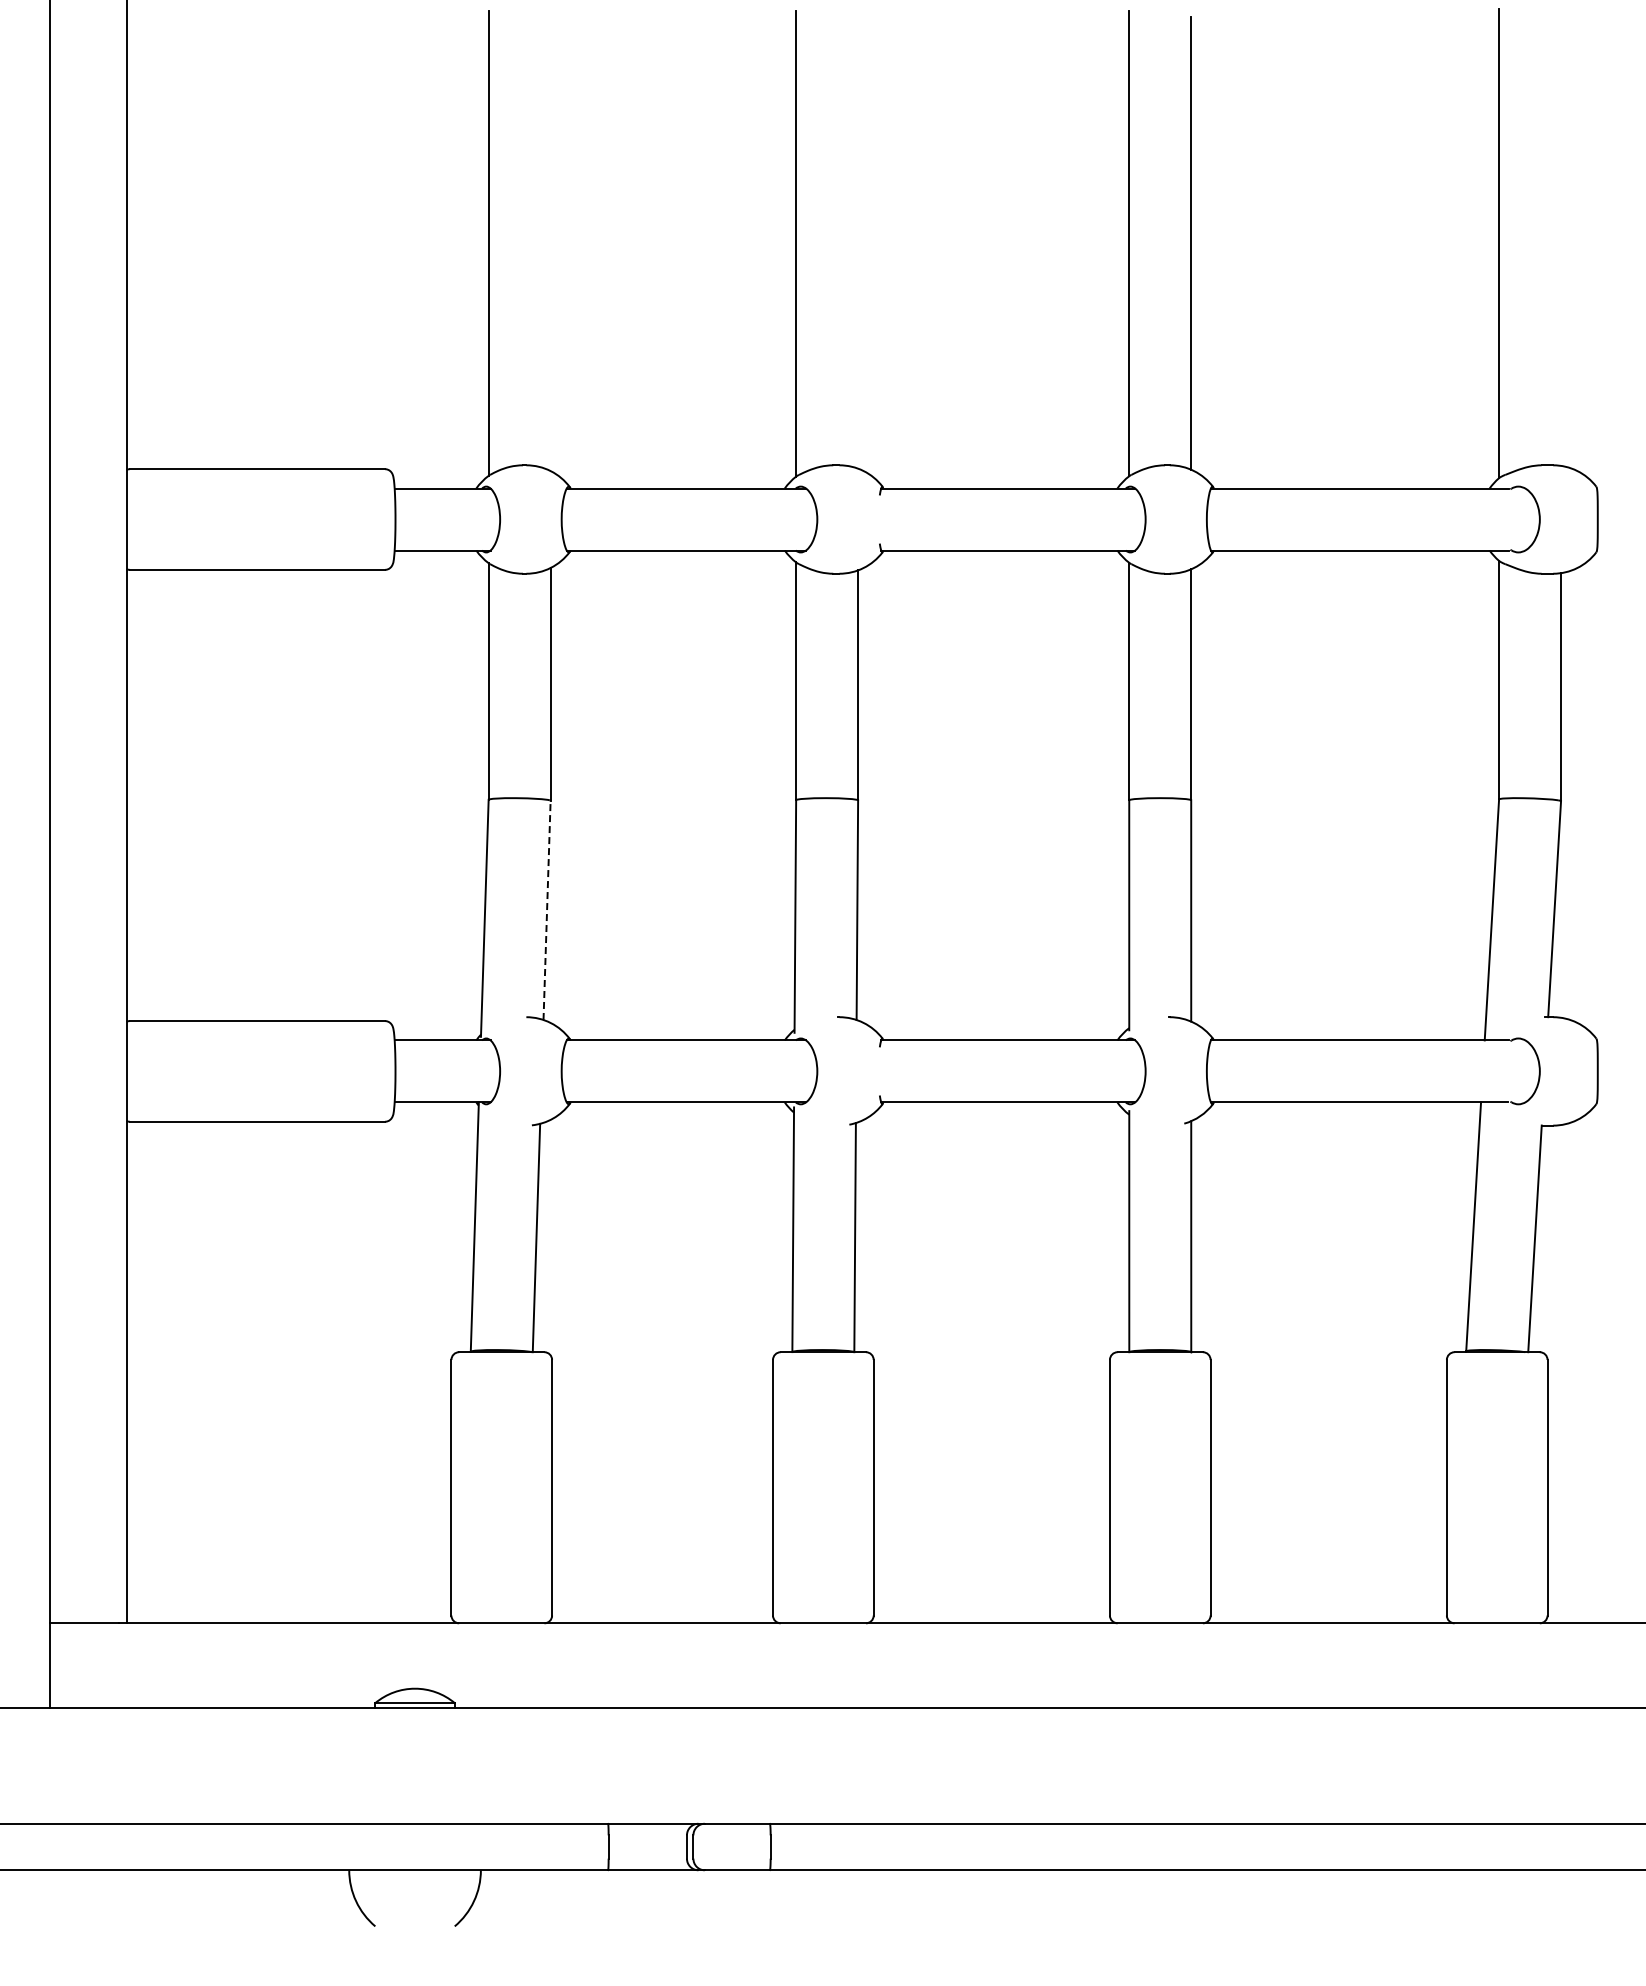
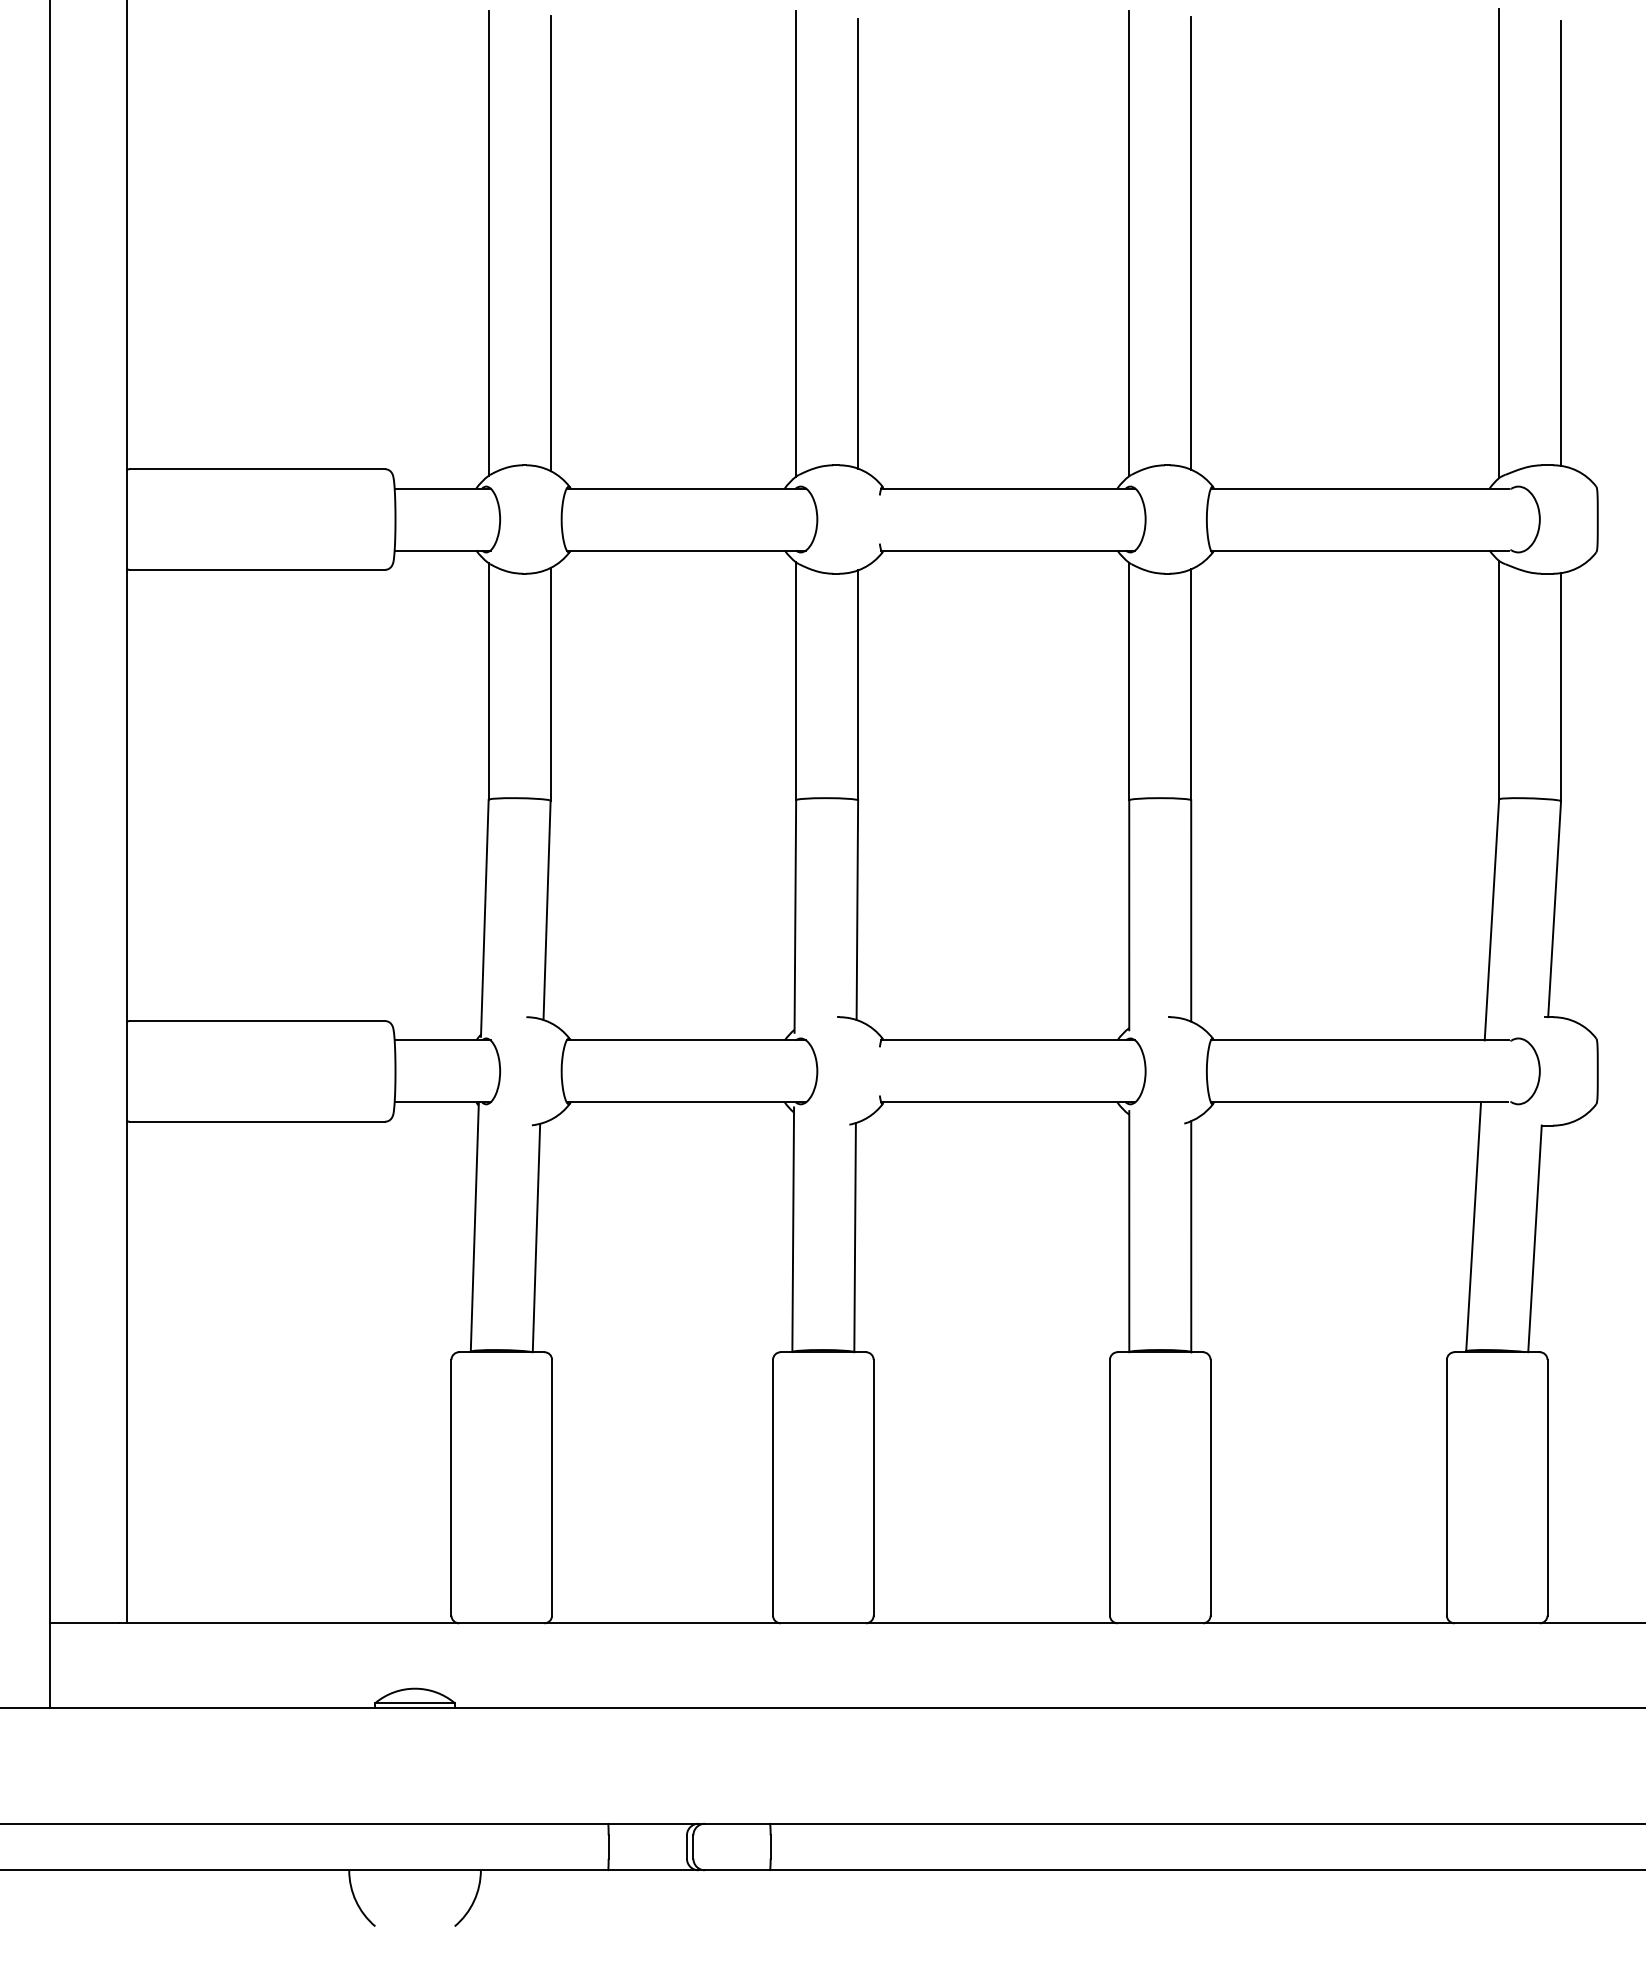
line at (550, 243): none -> present
line at (858, 243): none -> present
line at (1561, 243): none -> present
line at (547, 910): dashed -> solid
